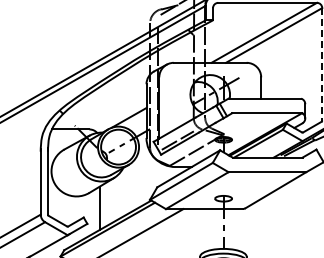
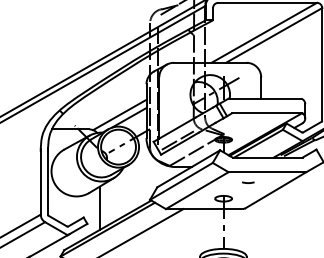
line at (322, 64): dashed -> solid
line at (119, 114): none -> present
line at (248, 182): none -> present
